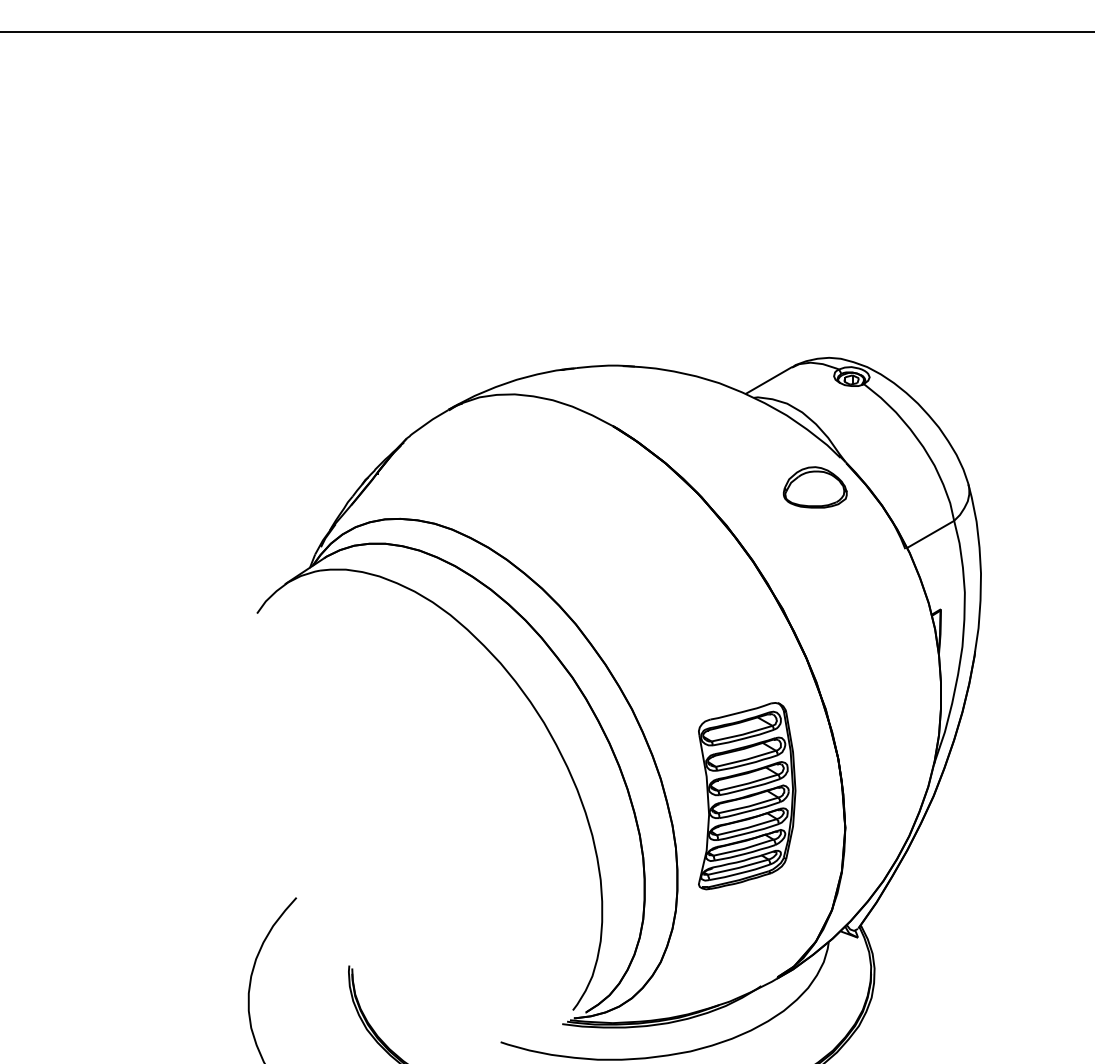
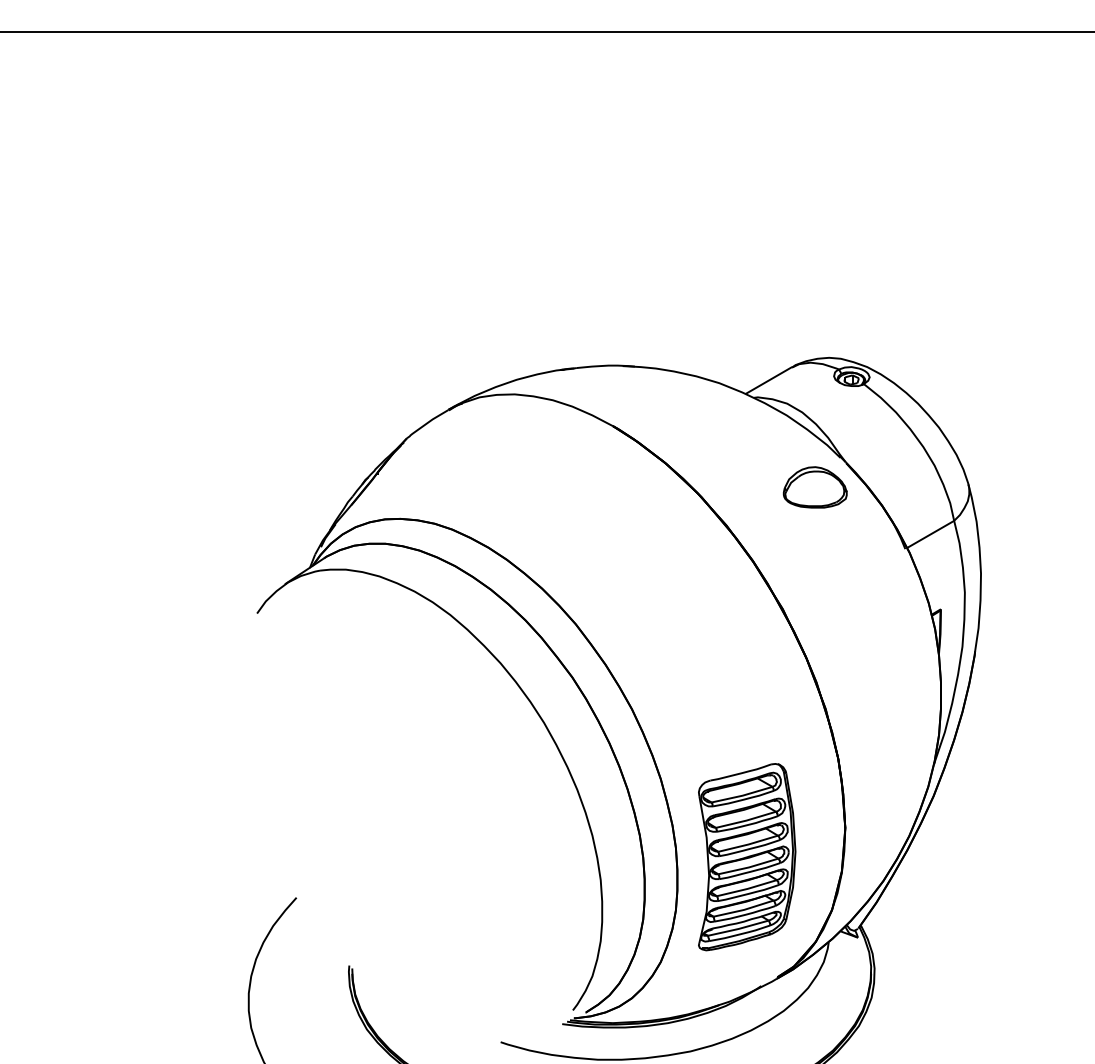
part at (747, 796) position: (747, 796) -> (747, 857)
